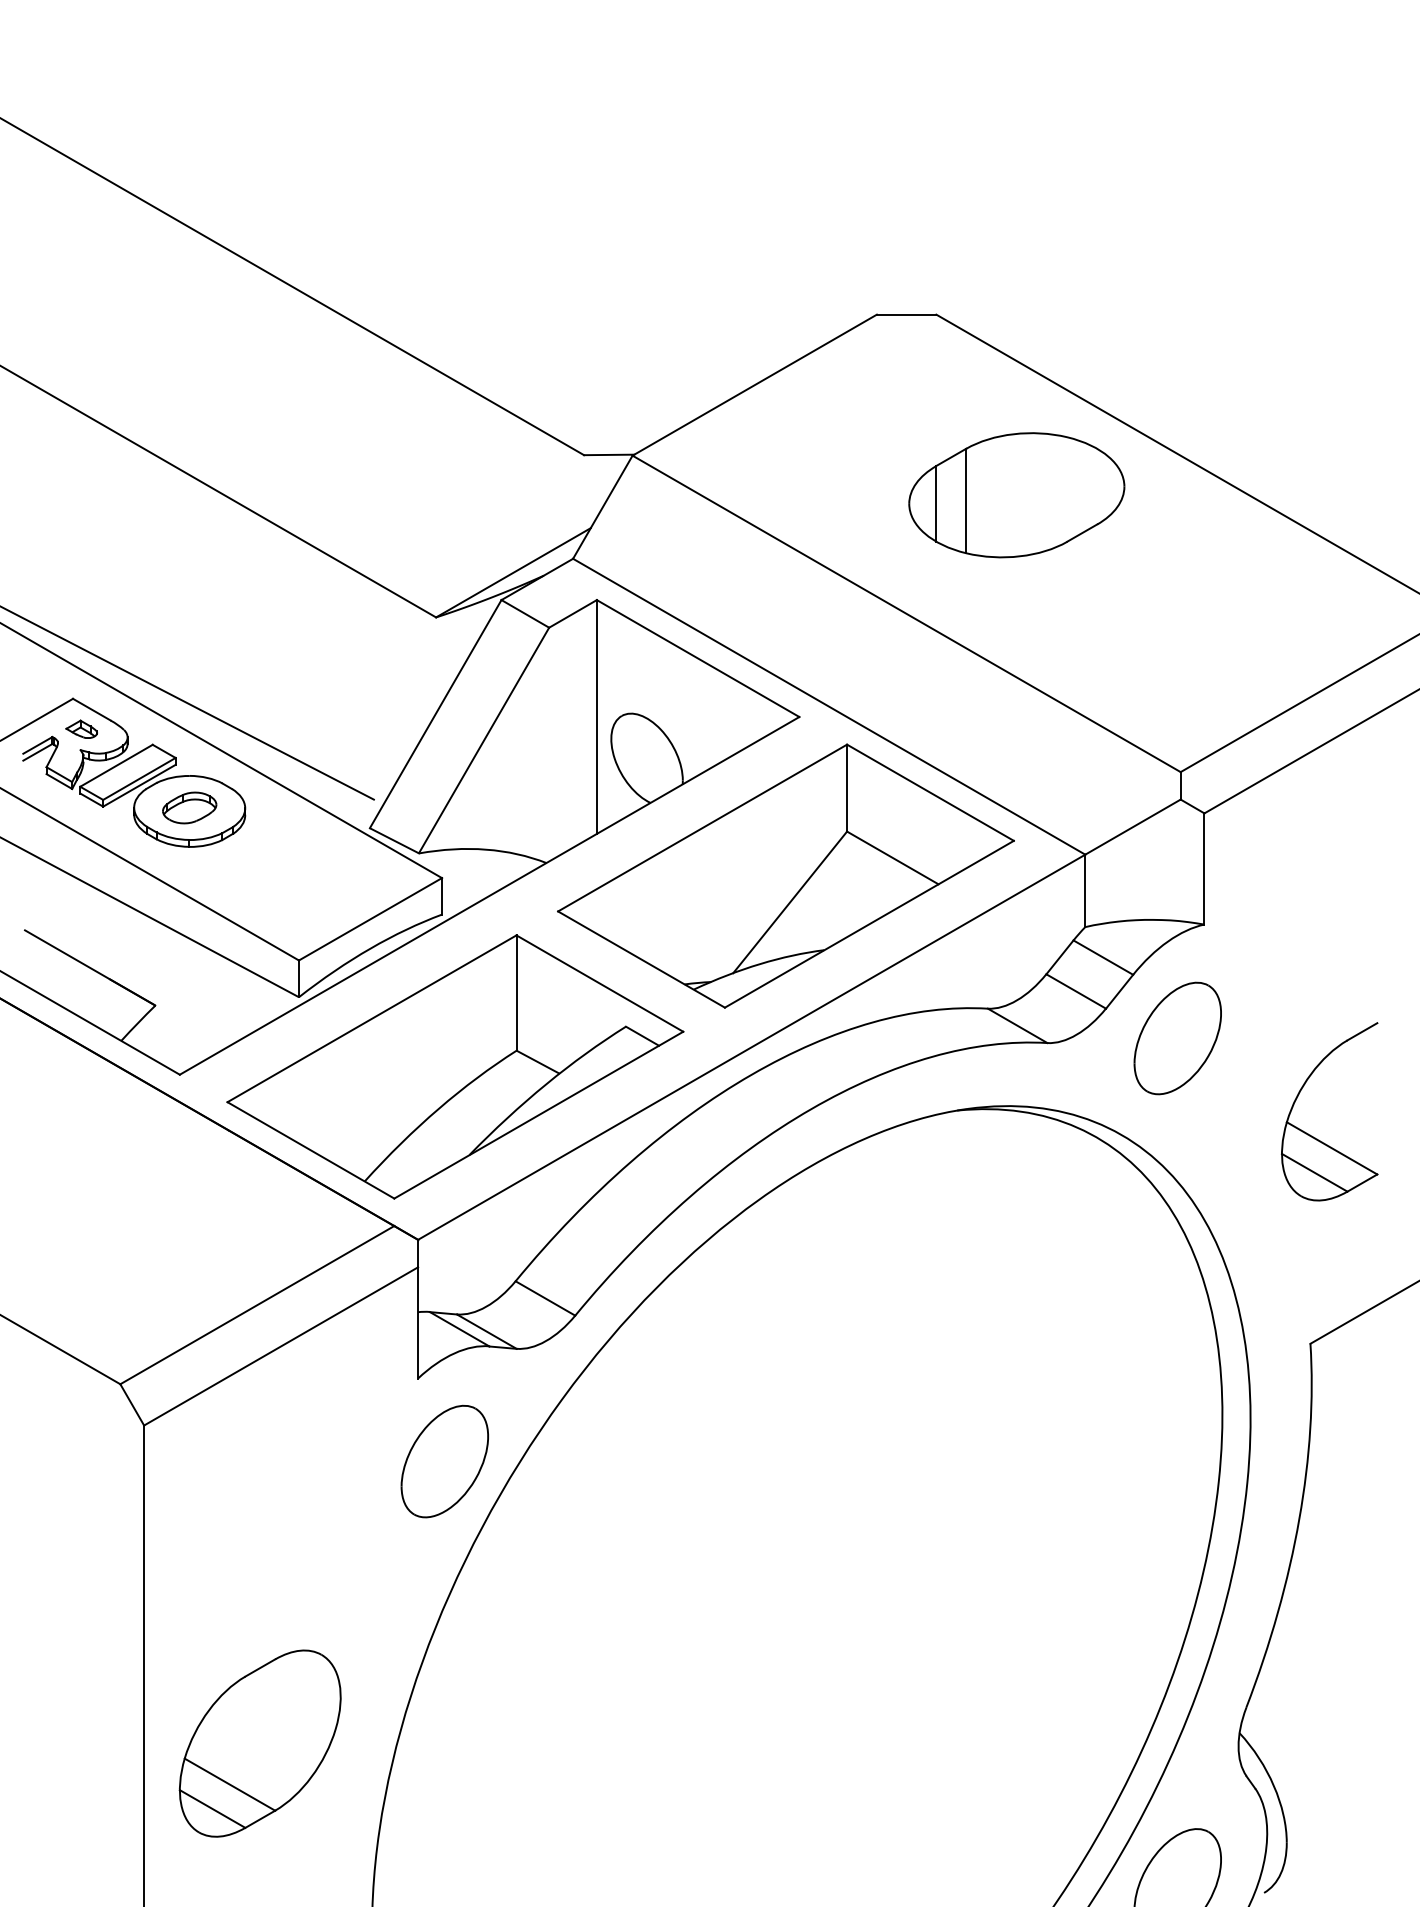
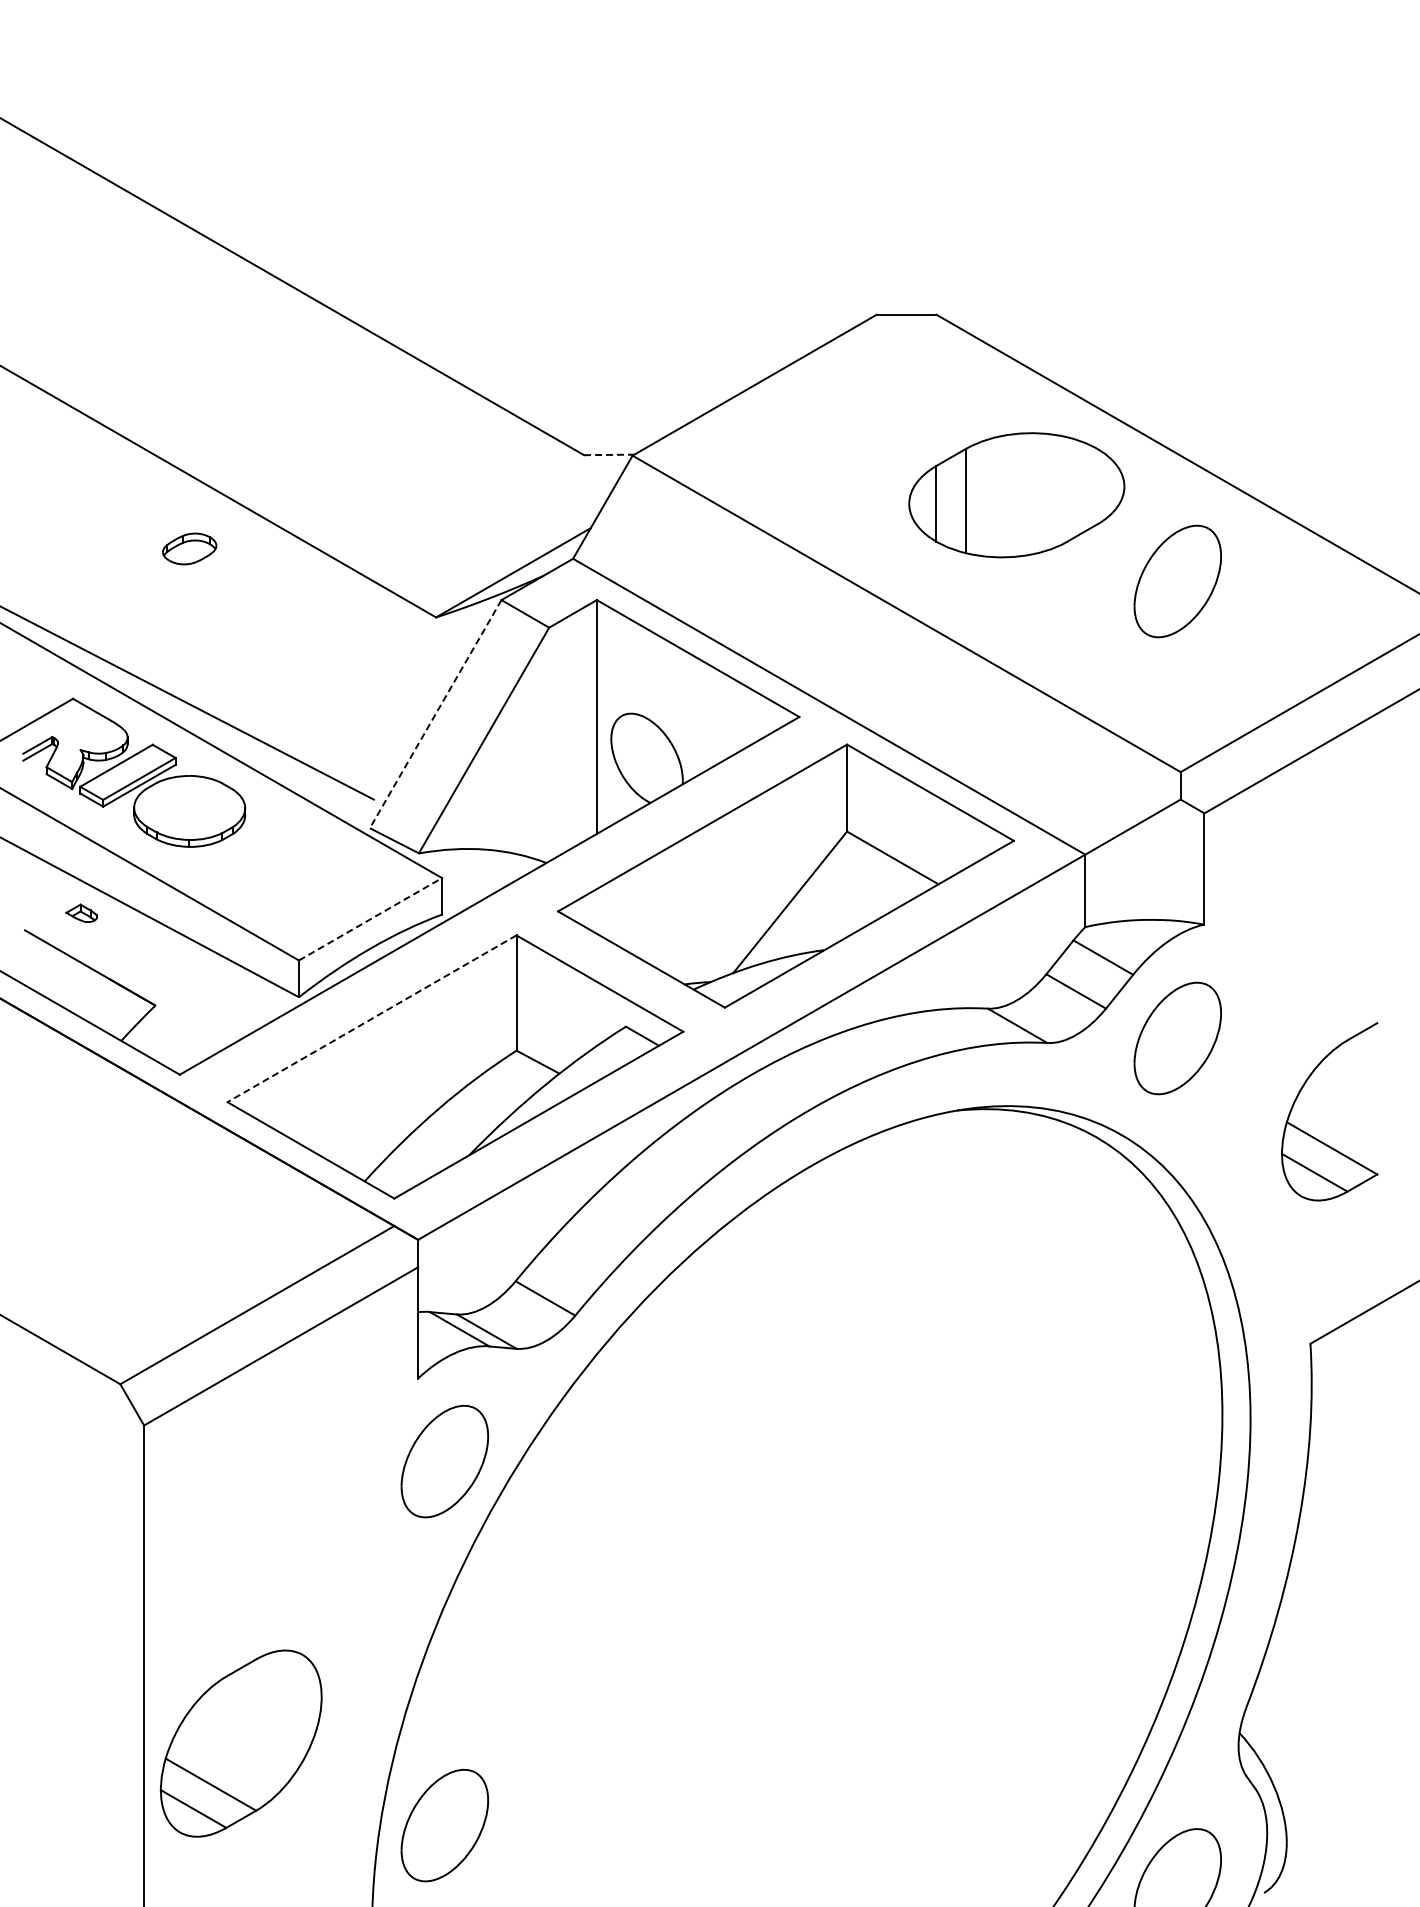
line at (609, 454): solid -> dashed
part at (1177, 581): none -> present
line at (435, 714): solid -> dashed
part at (81, 728) position: (81, 728) -> (81, 912)
part at (189, 807) position: (189, 807) -> (189, 548)
line at (370, 919): solid -> dashed
line at (372, 1018): solid -> dashed
part at (259, 1743) position: (259, 1743) -> (240, 1743)
part at (444, 1825): none -> present
